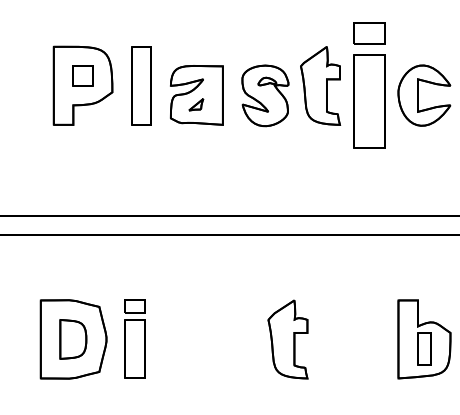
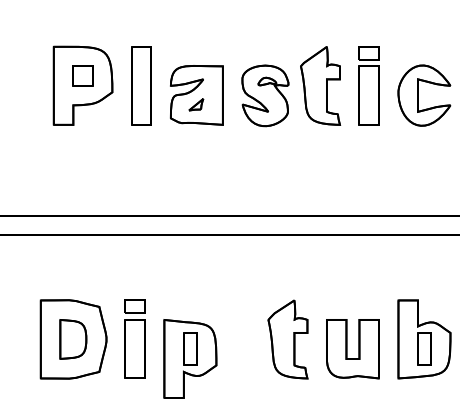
part at (369, 85) size: 33x127 px -> 22x80 px
part at (352, 349): none -> present
part at (190, 358): none -> present
